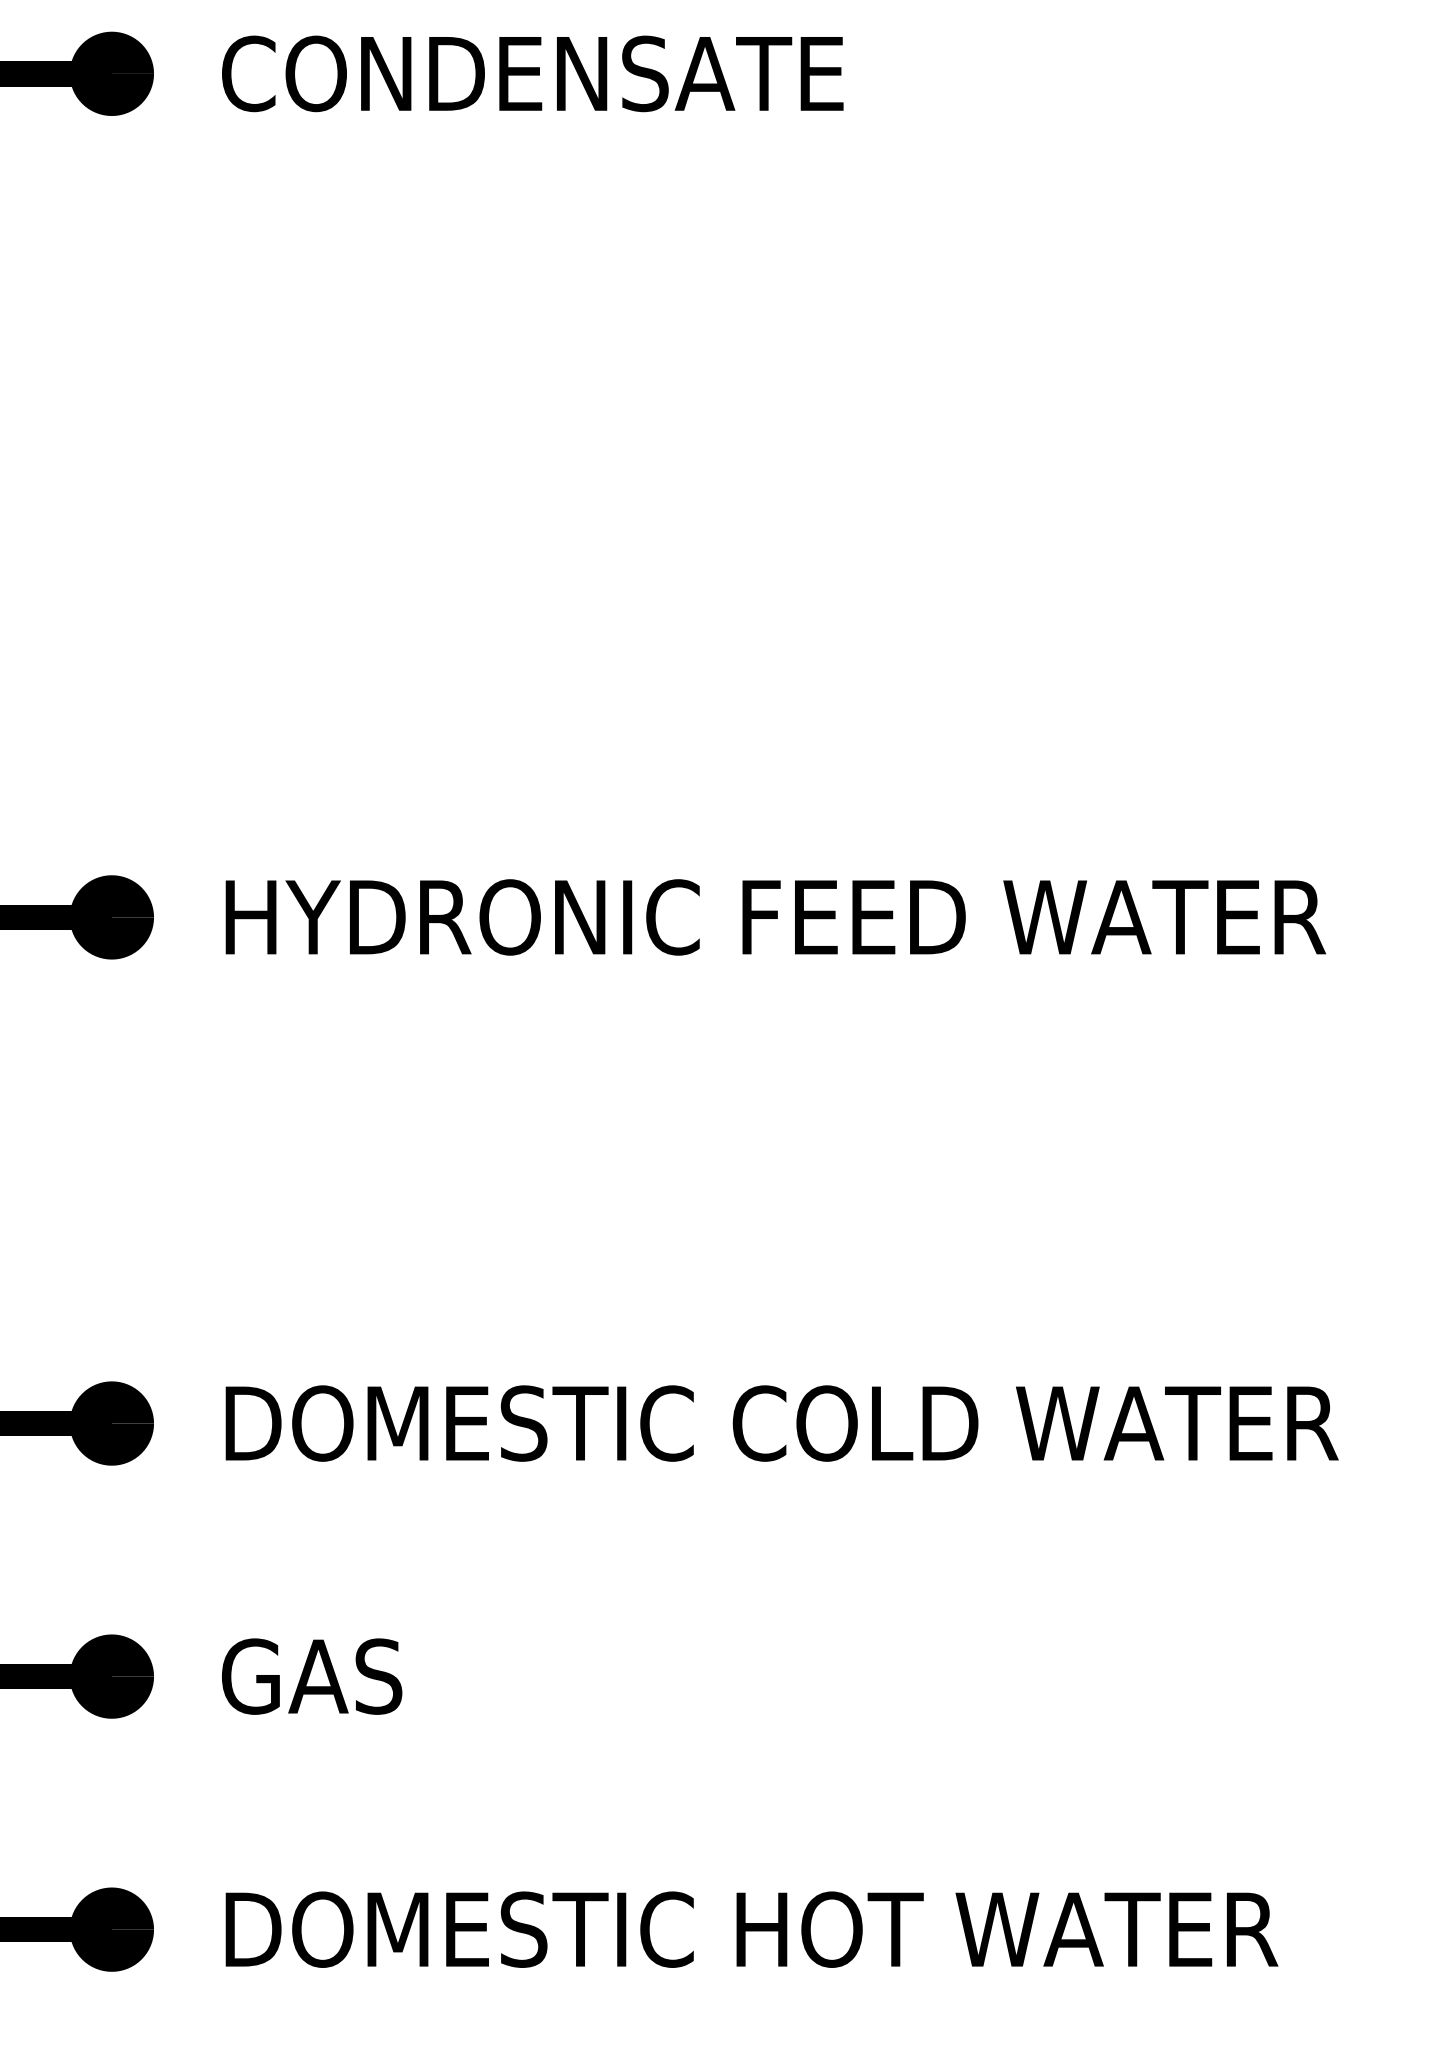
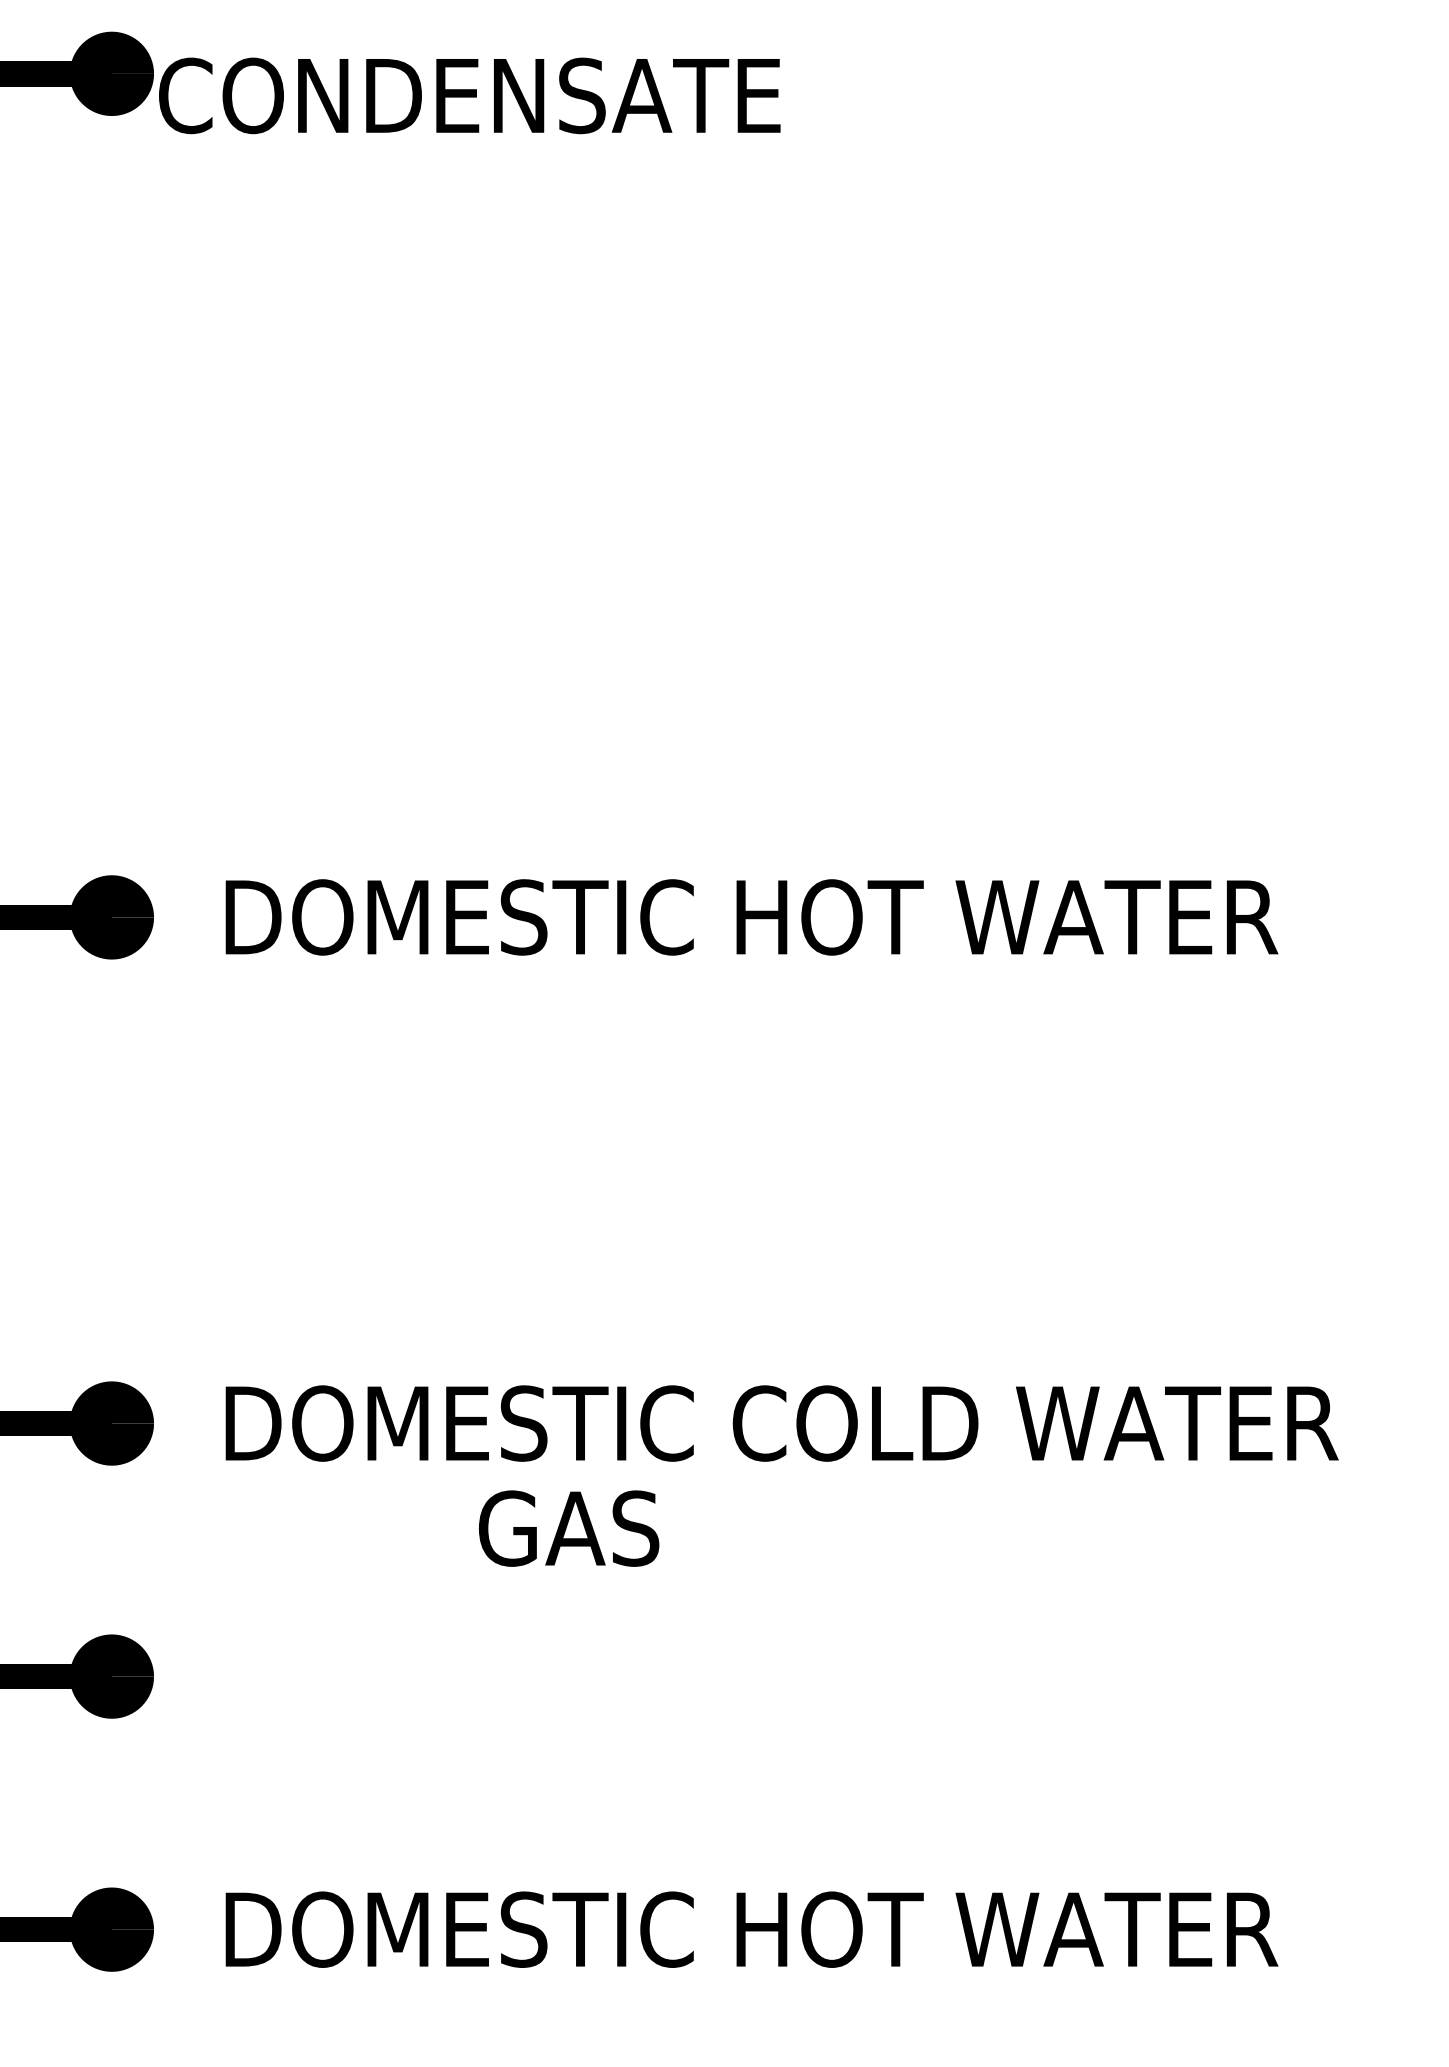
text at (532, 73) position: (532, 73) -> (469, 95)
text at (780, 917): HYDRONIC FEED WATER -> DOMESTIC HOT WATER
text at (312, 1676) position: (312, 1676) -> (569, 1528)
